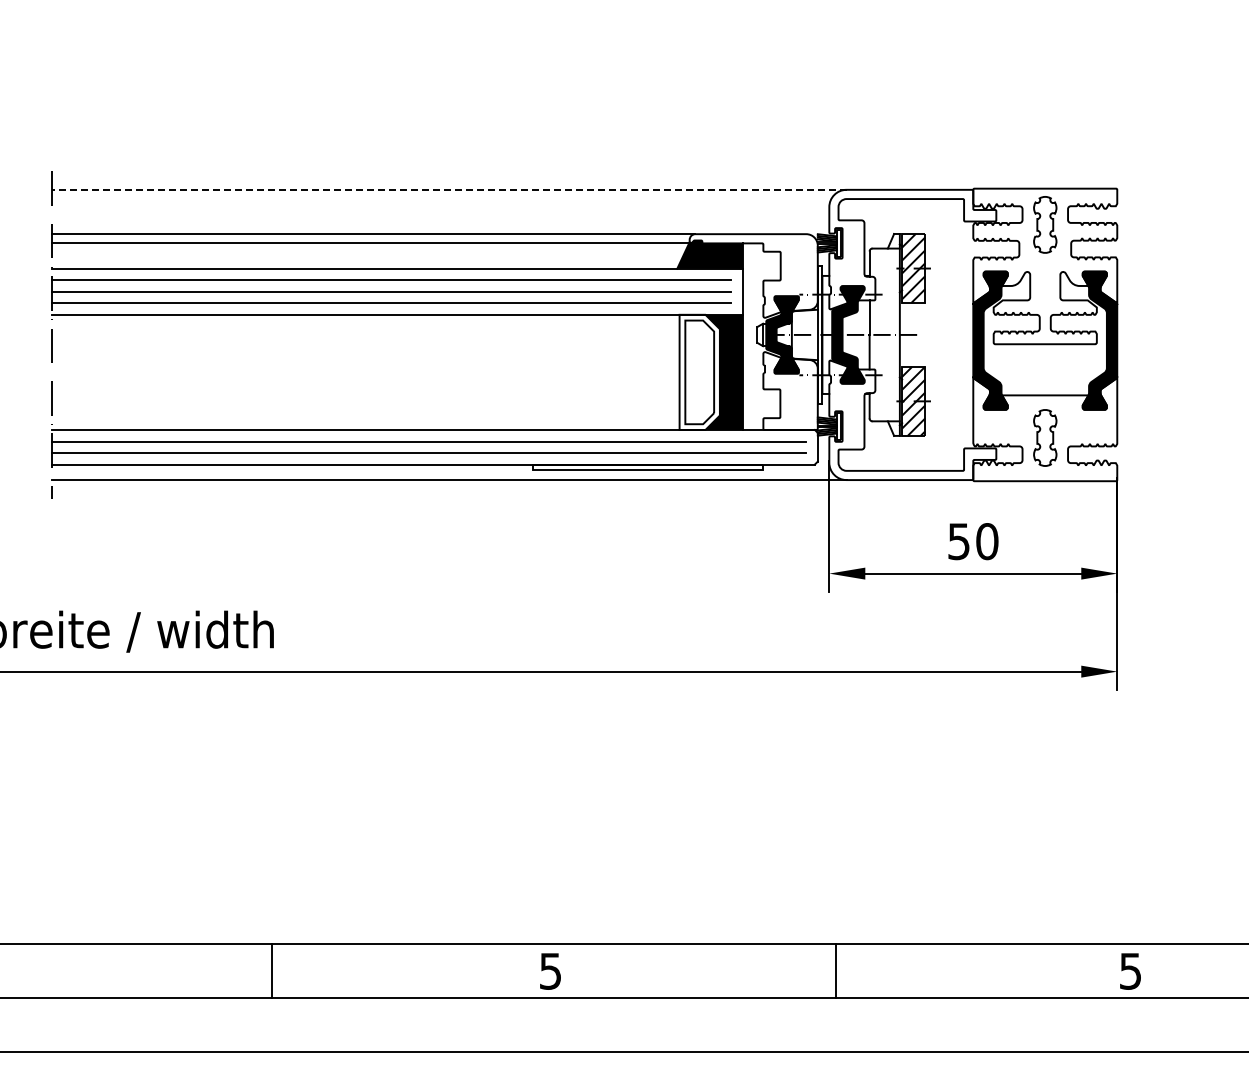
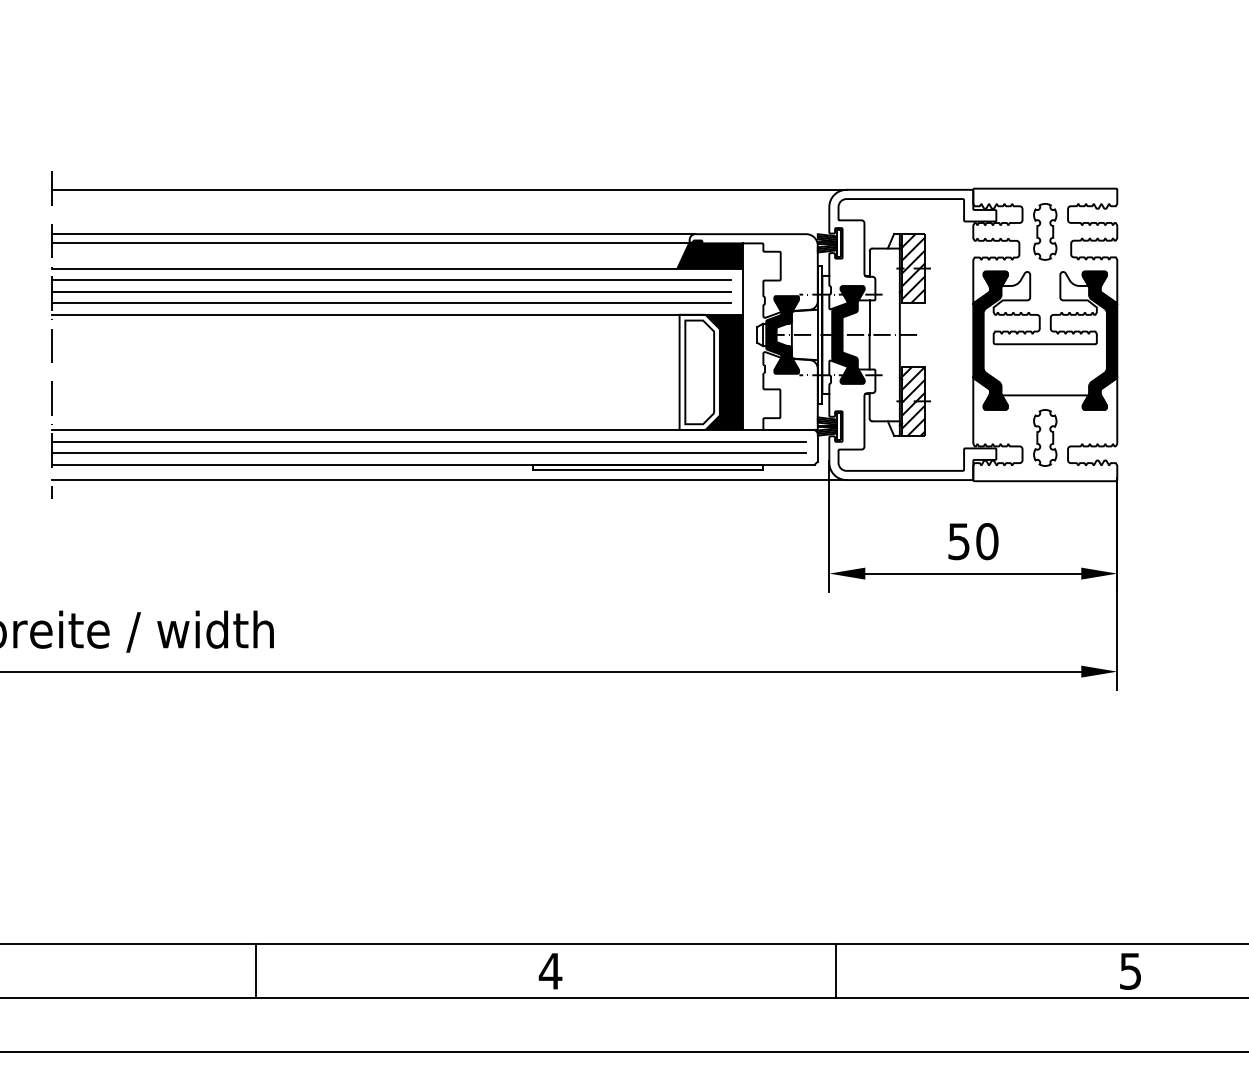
line at (448, 189): dashed -> solid
part at (1045, 224) position: (1045, 224) -> (1045, 231)
line at (272, 970) position: (272, 970) -> (256, 970)
text at (550, 971): 5 -> 4
